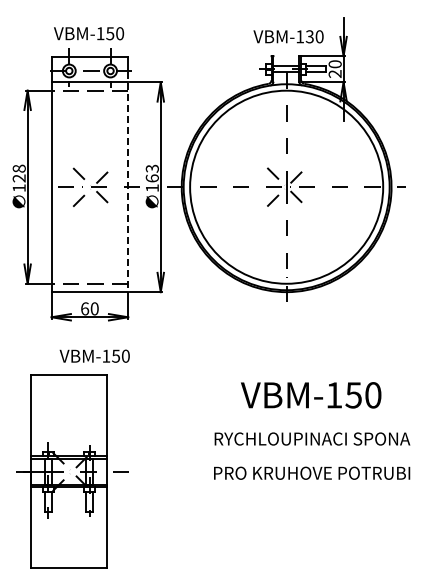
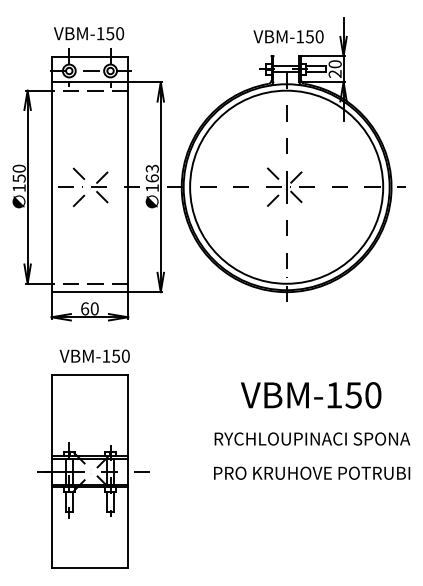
text at (309, 36): VBM-130 -> VBM-150
text at (18, 173): 128 -> 150
line at (128, 182): dashed -> solid
part at (72, 471) position: (72, 471) -> (93, 471)
